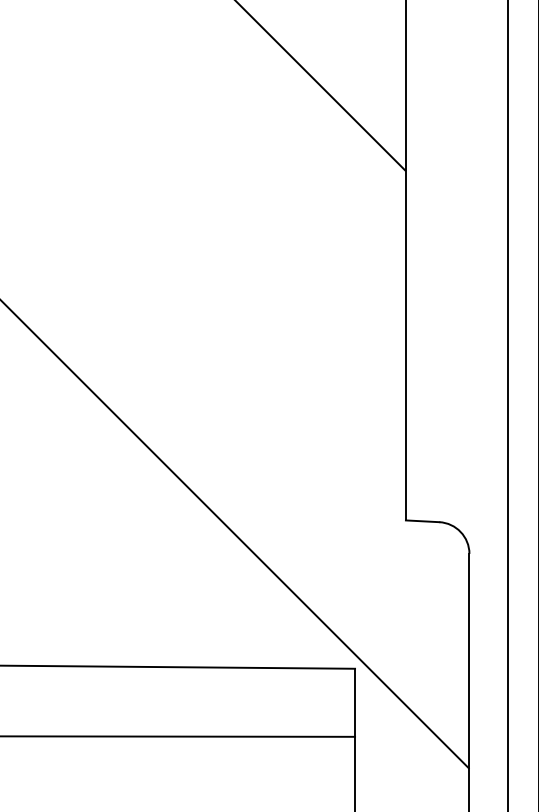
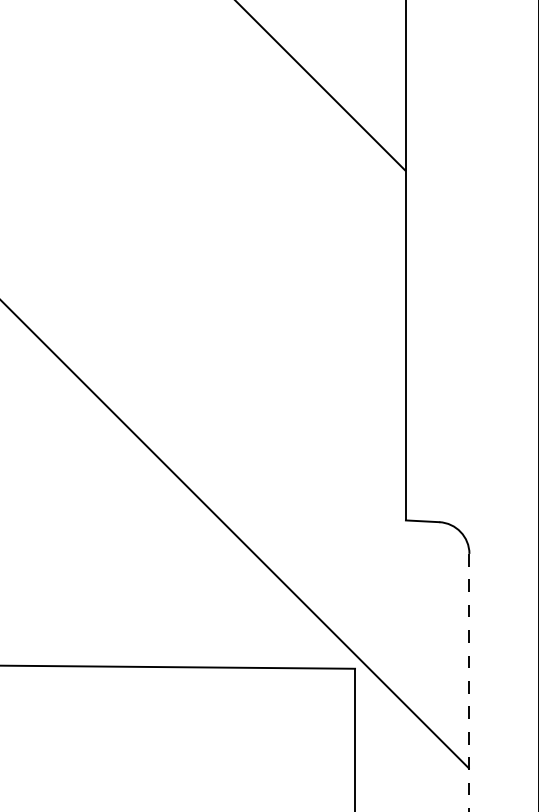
line at (507, 405): present -> none
line at (469, 682): solid -> dashed
line at (178, 736): present -> none
